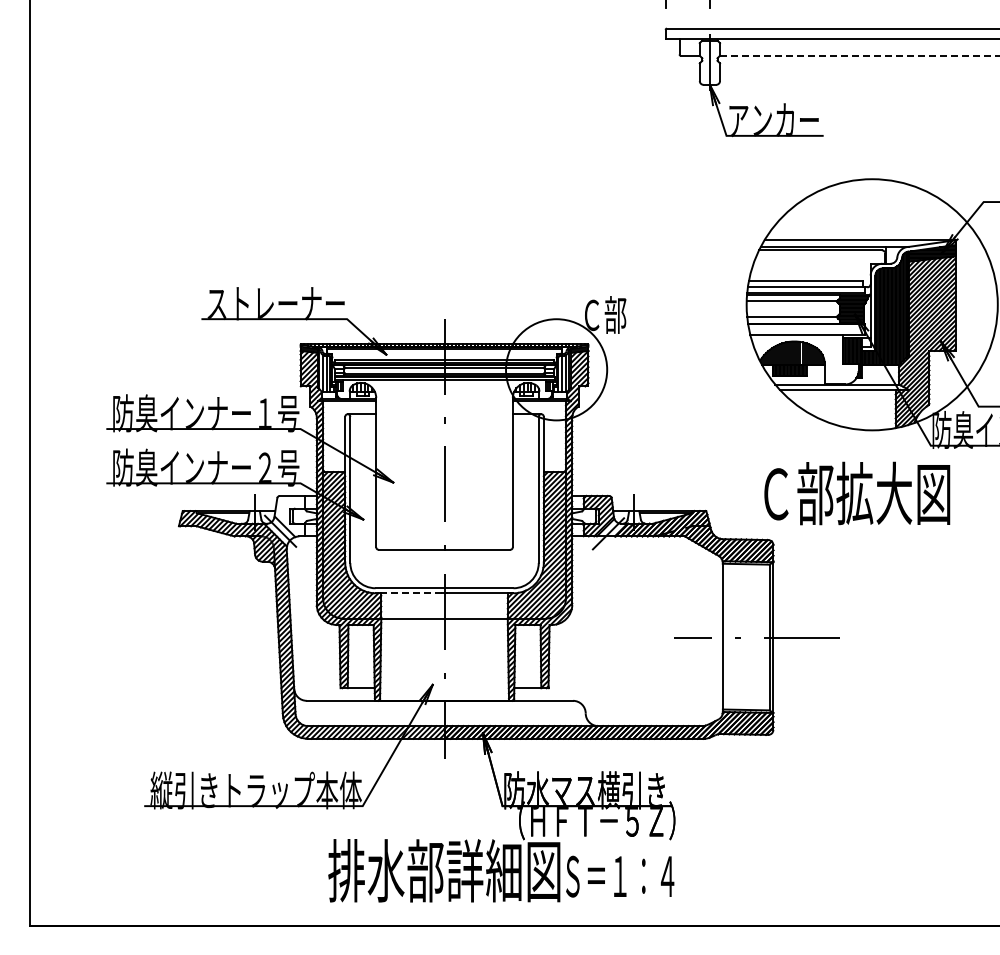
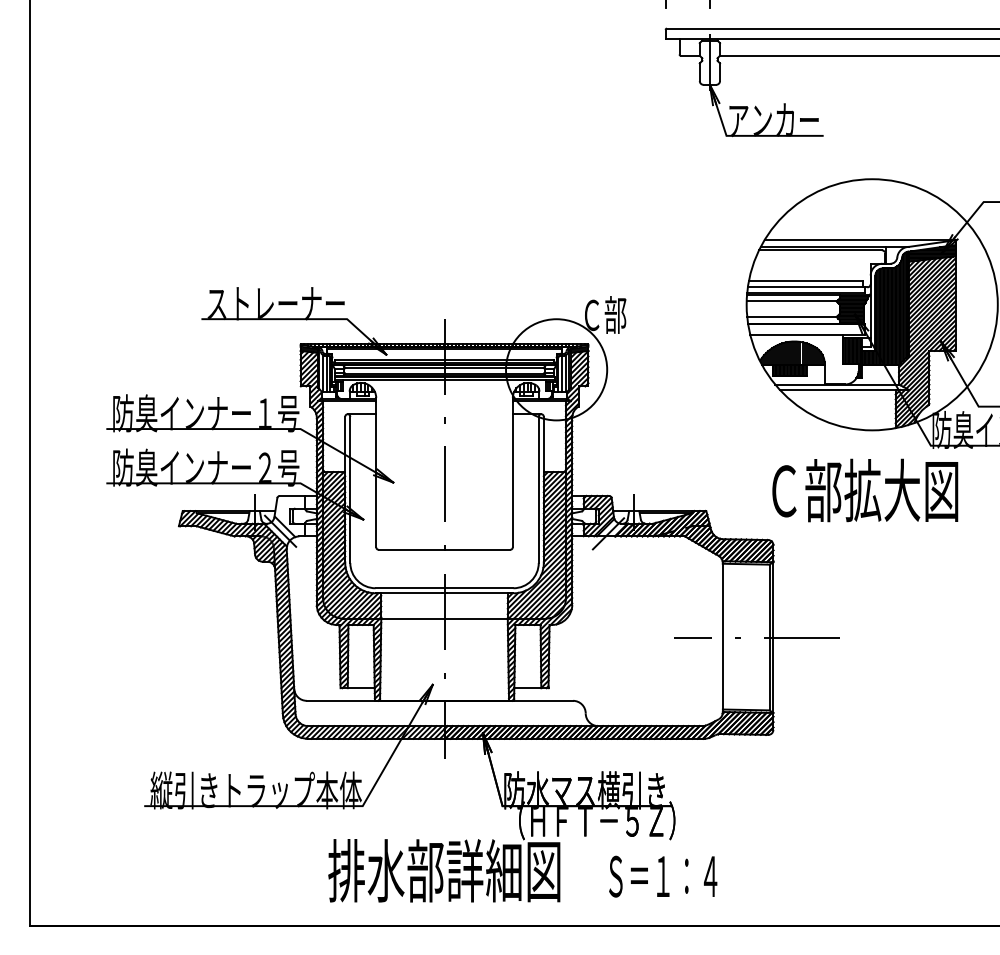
line at (860, 55): dashed -> solid
text at (857, 493) position: (857, 493) -> (865, 490)
line at (408, 593): dashed -> solid
text at (620, 876) position: (620, 876) -> (663, 876)
